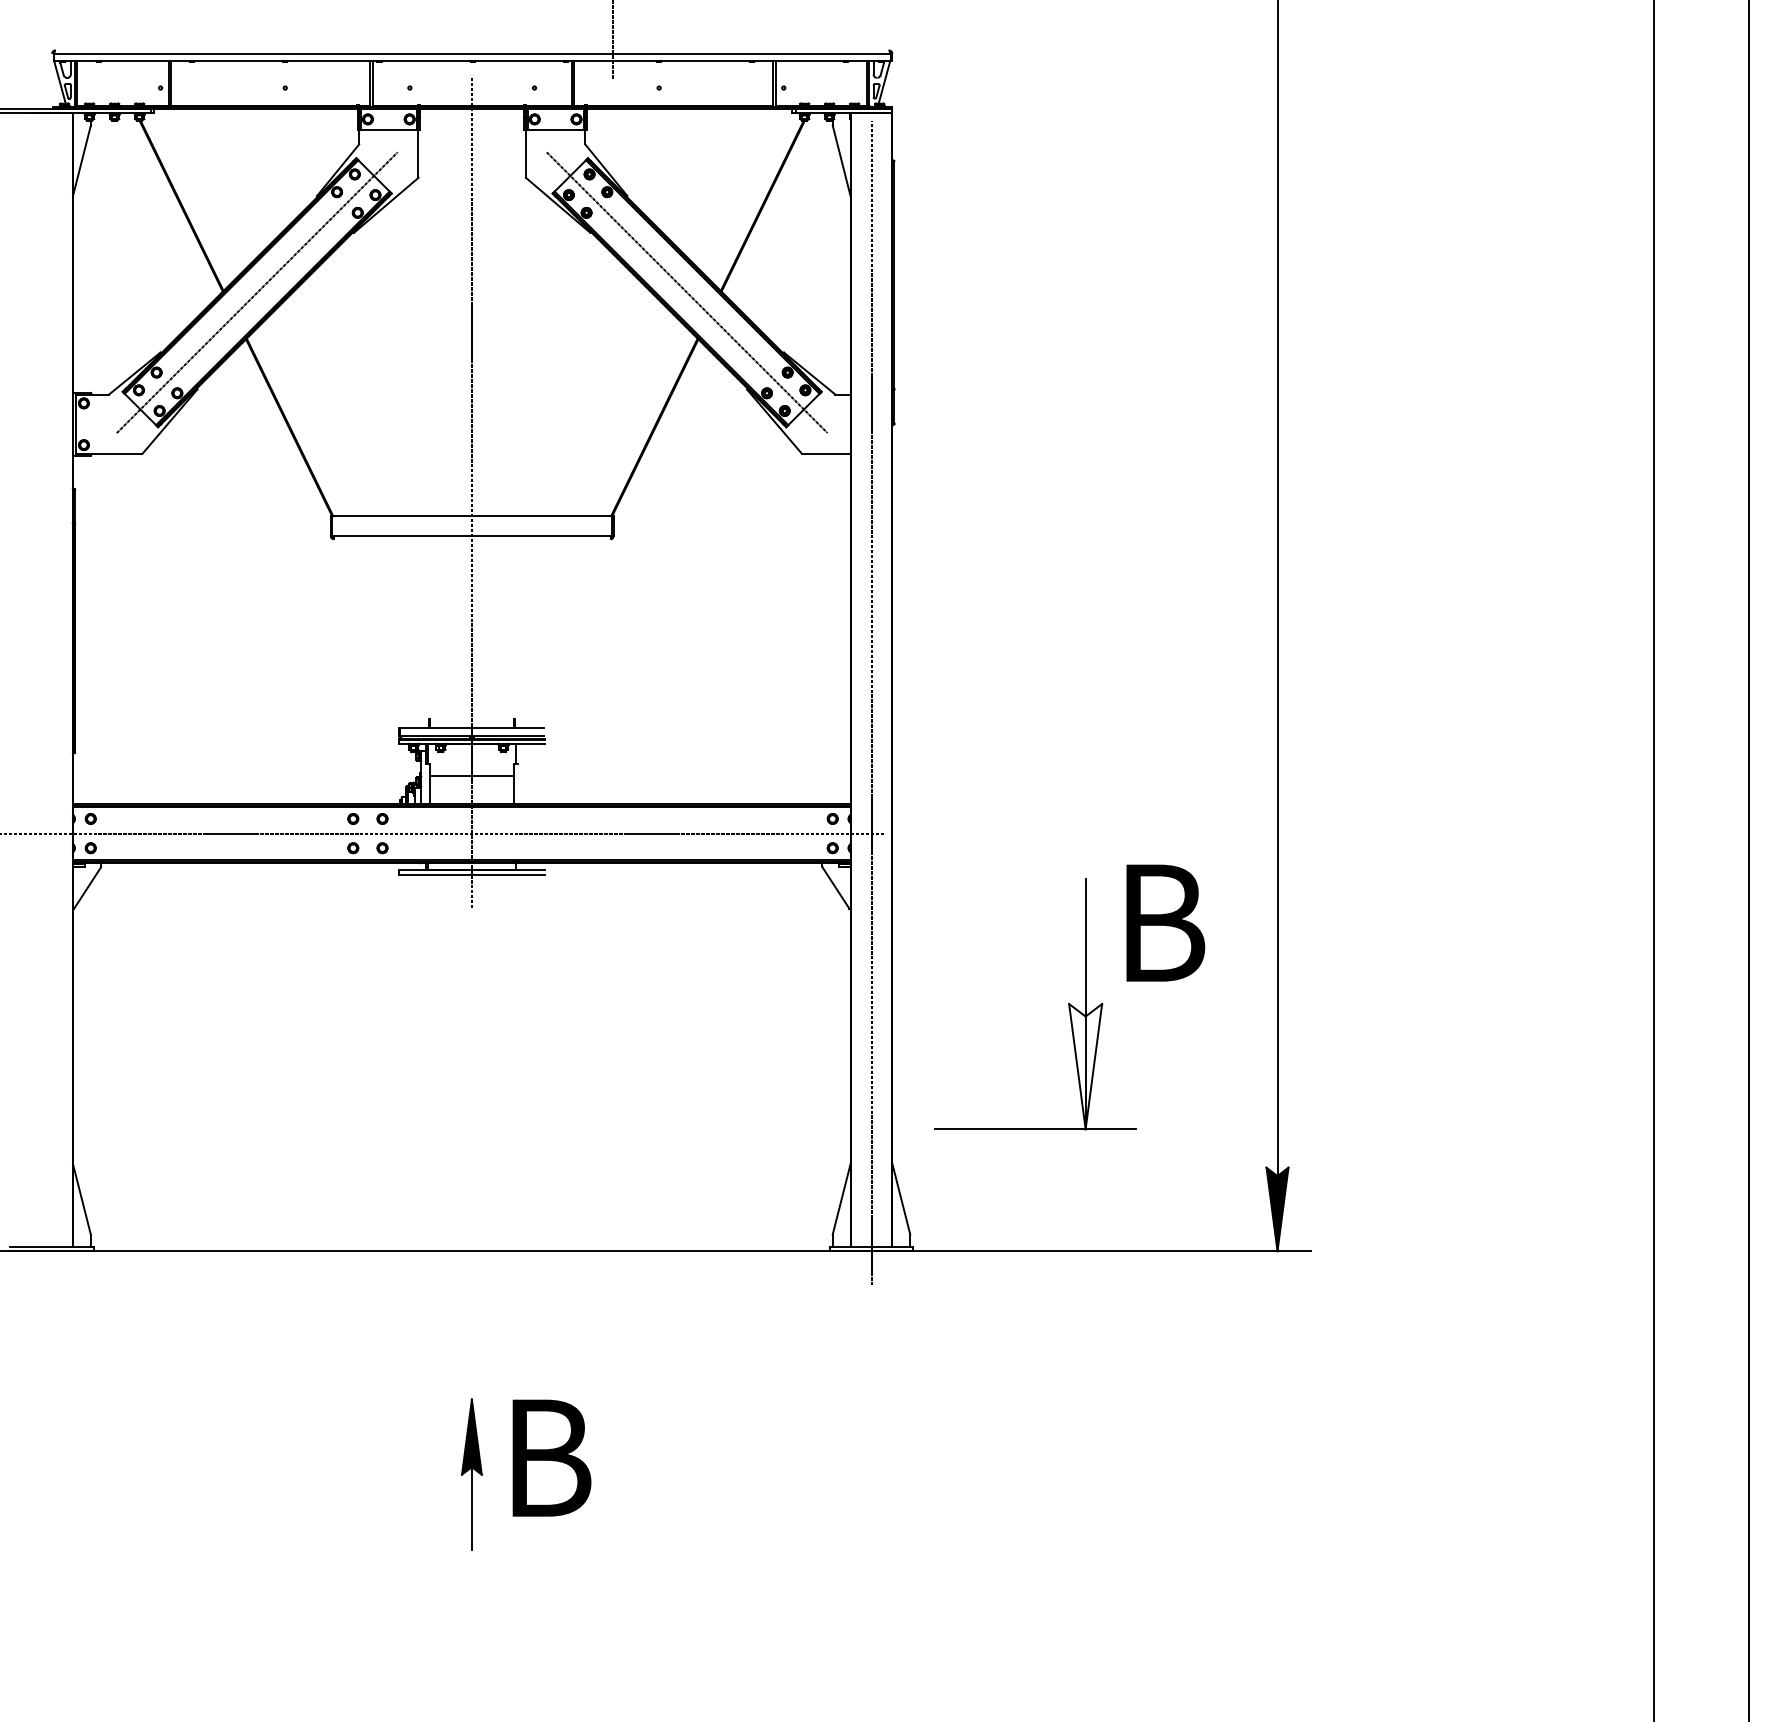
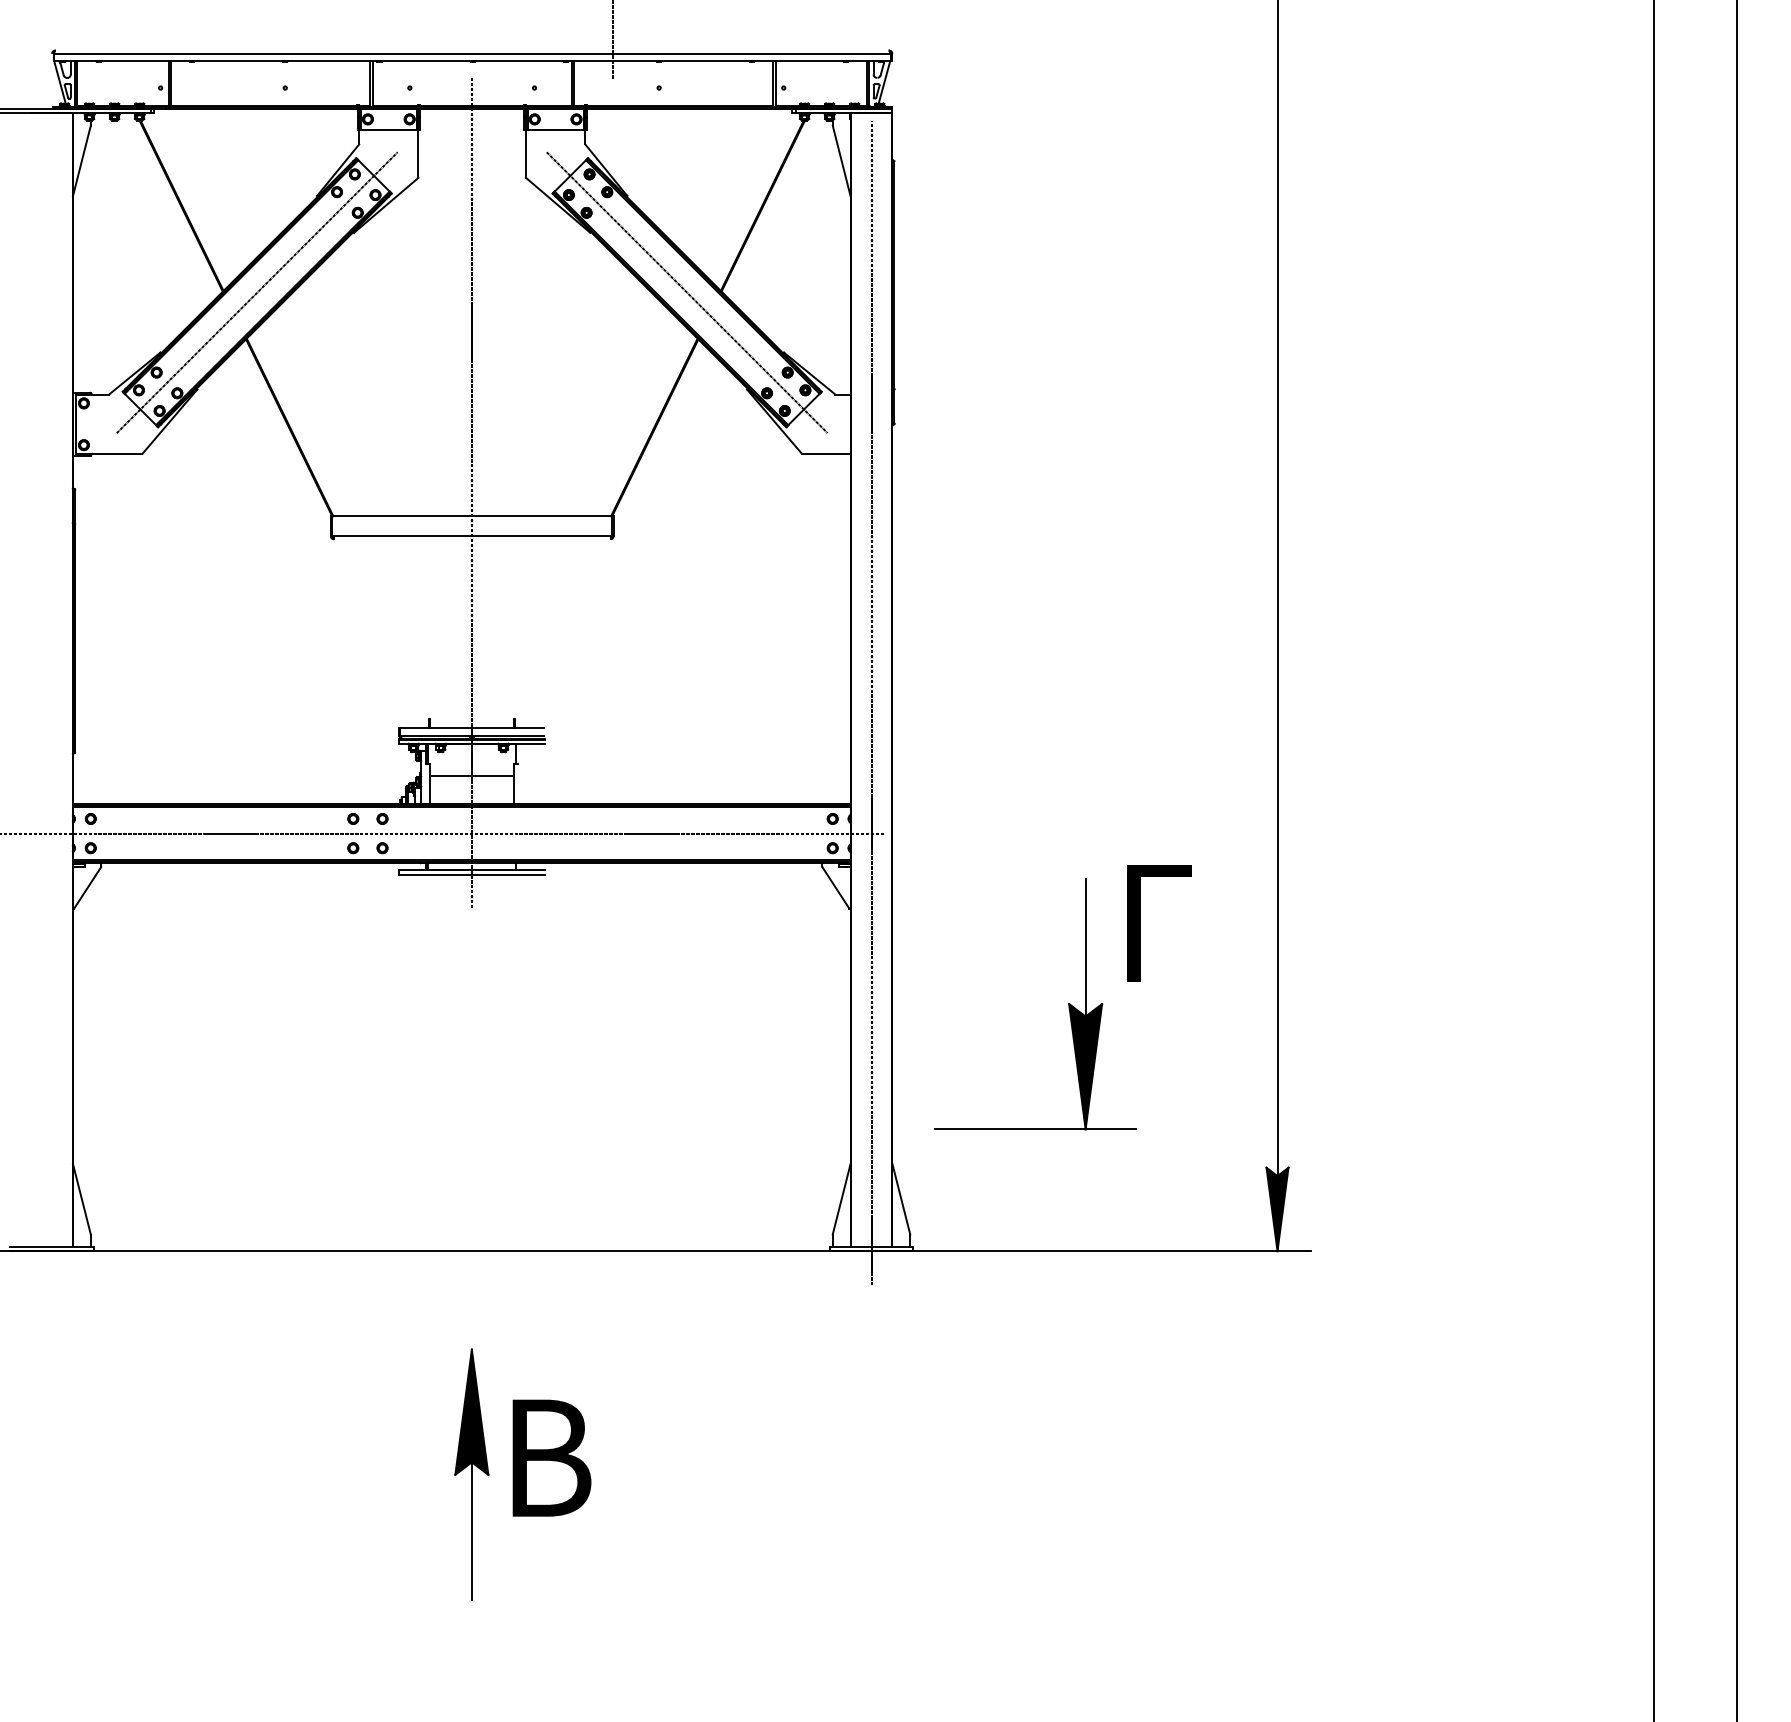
line at (1749, 860) position: (1749, 860) -> (1737, 860)
text at (1165, 922): В -> Г
fill at (1085, 1066): none -> present
part at (471, 1474) size: 22x153 px -> 36x253 px
